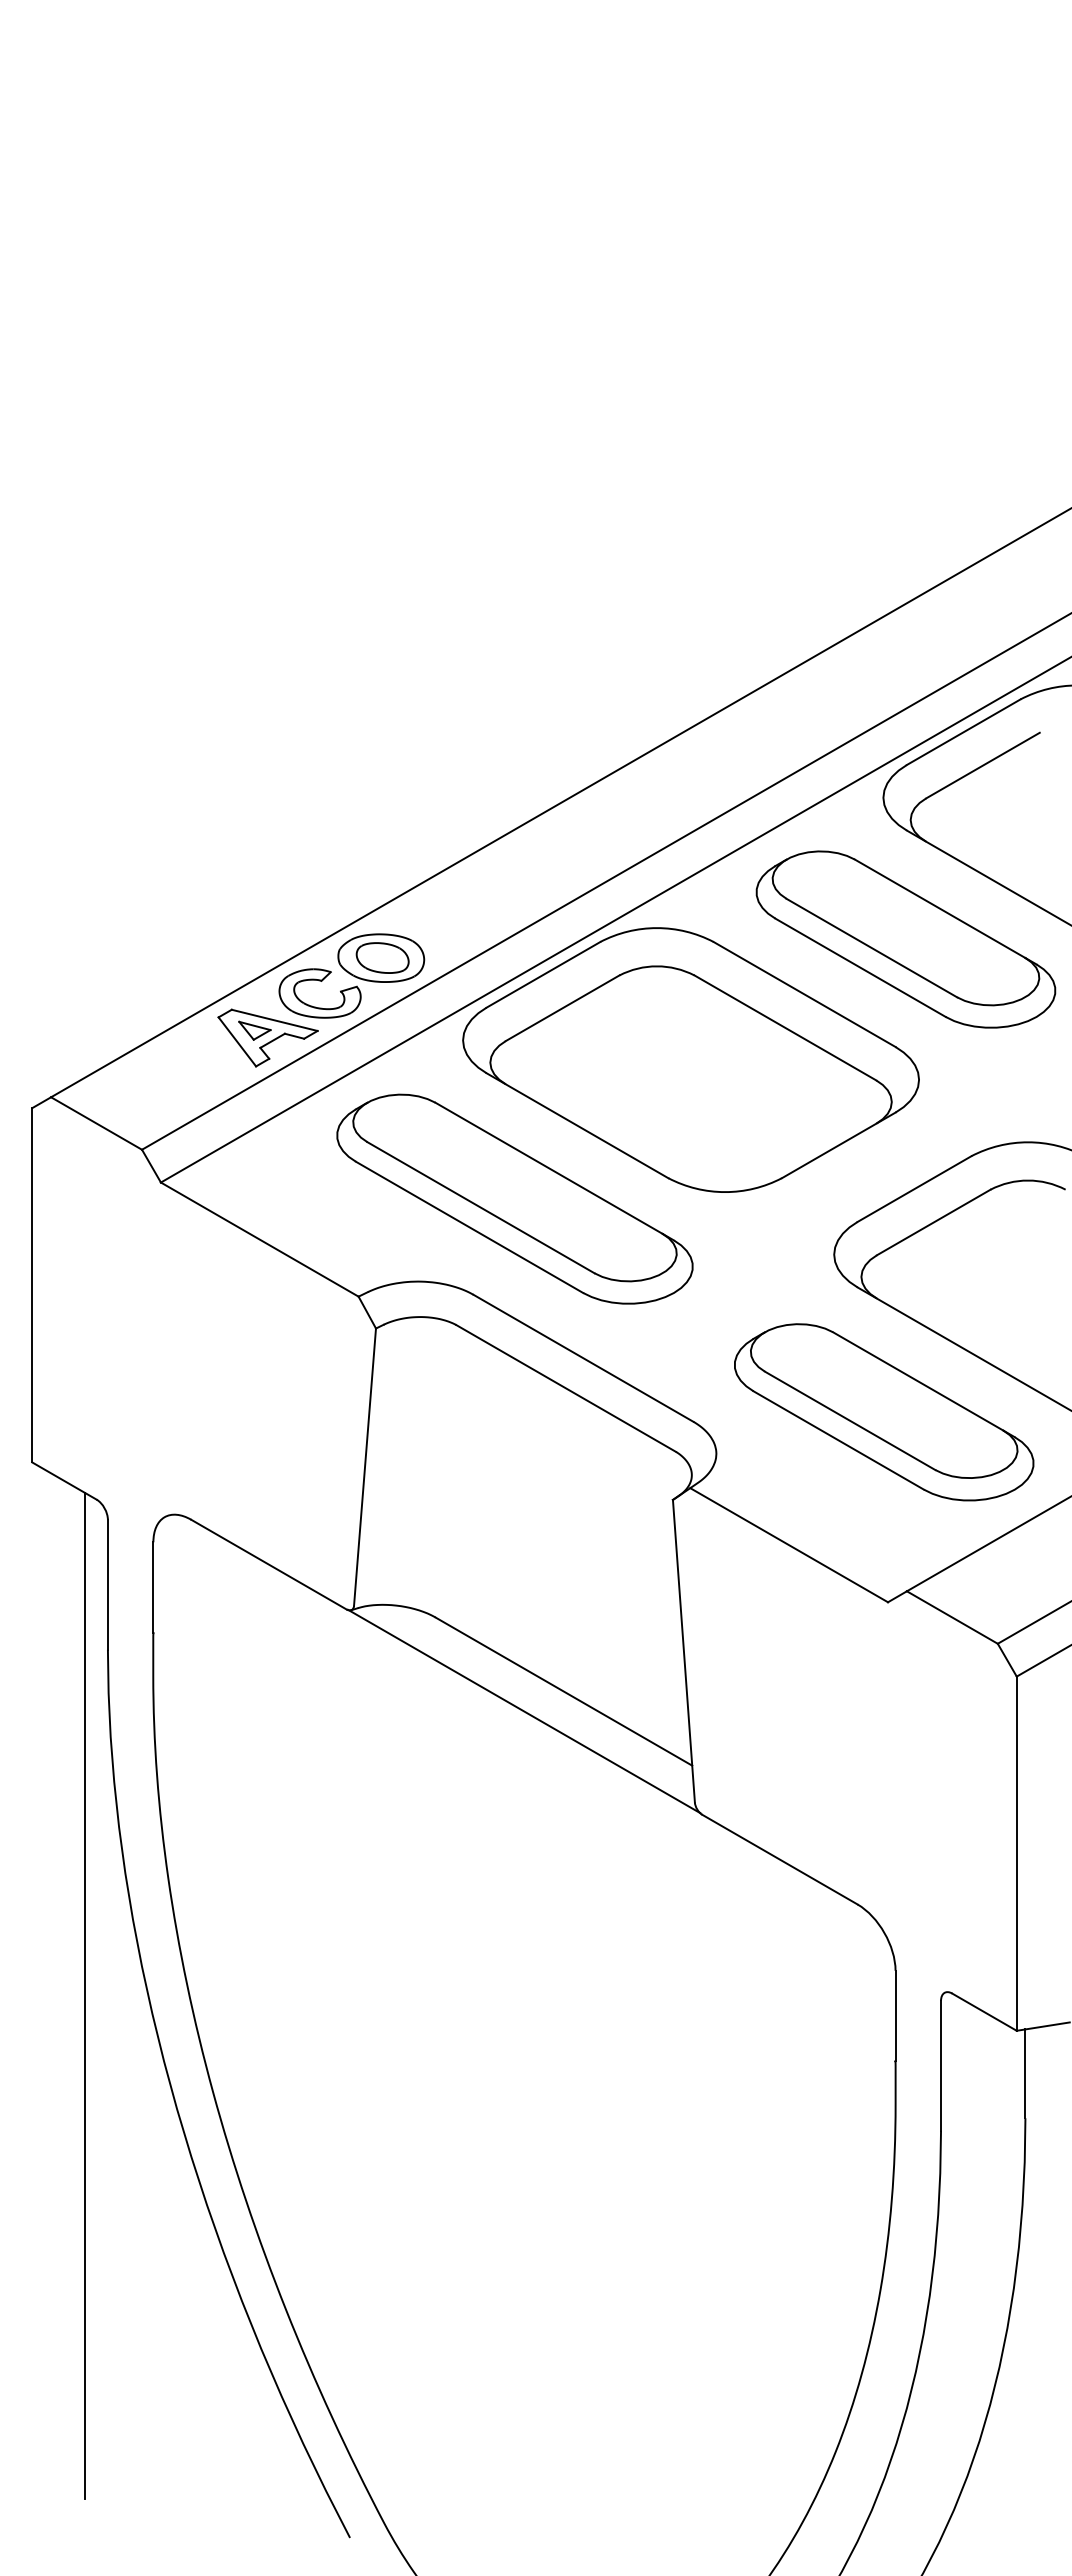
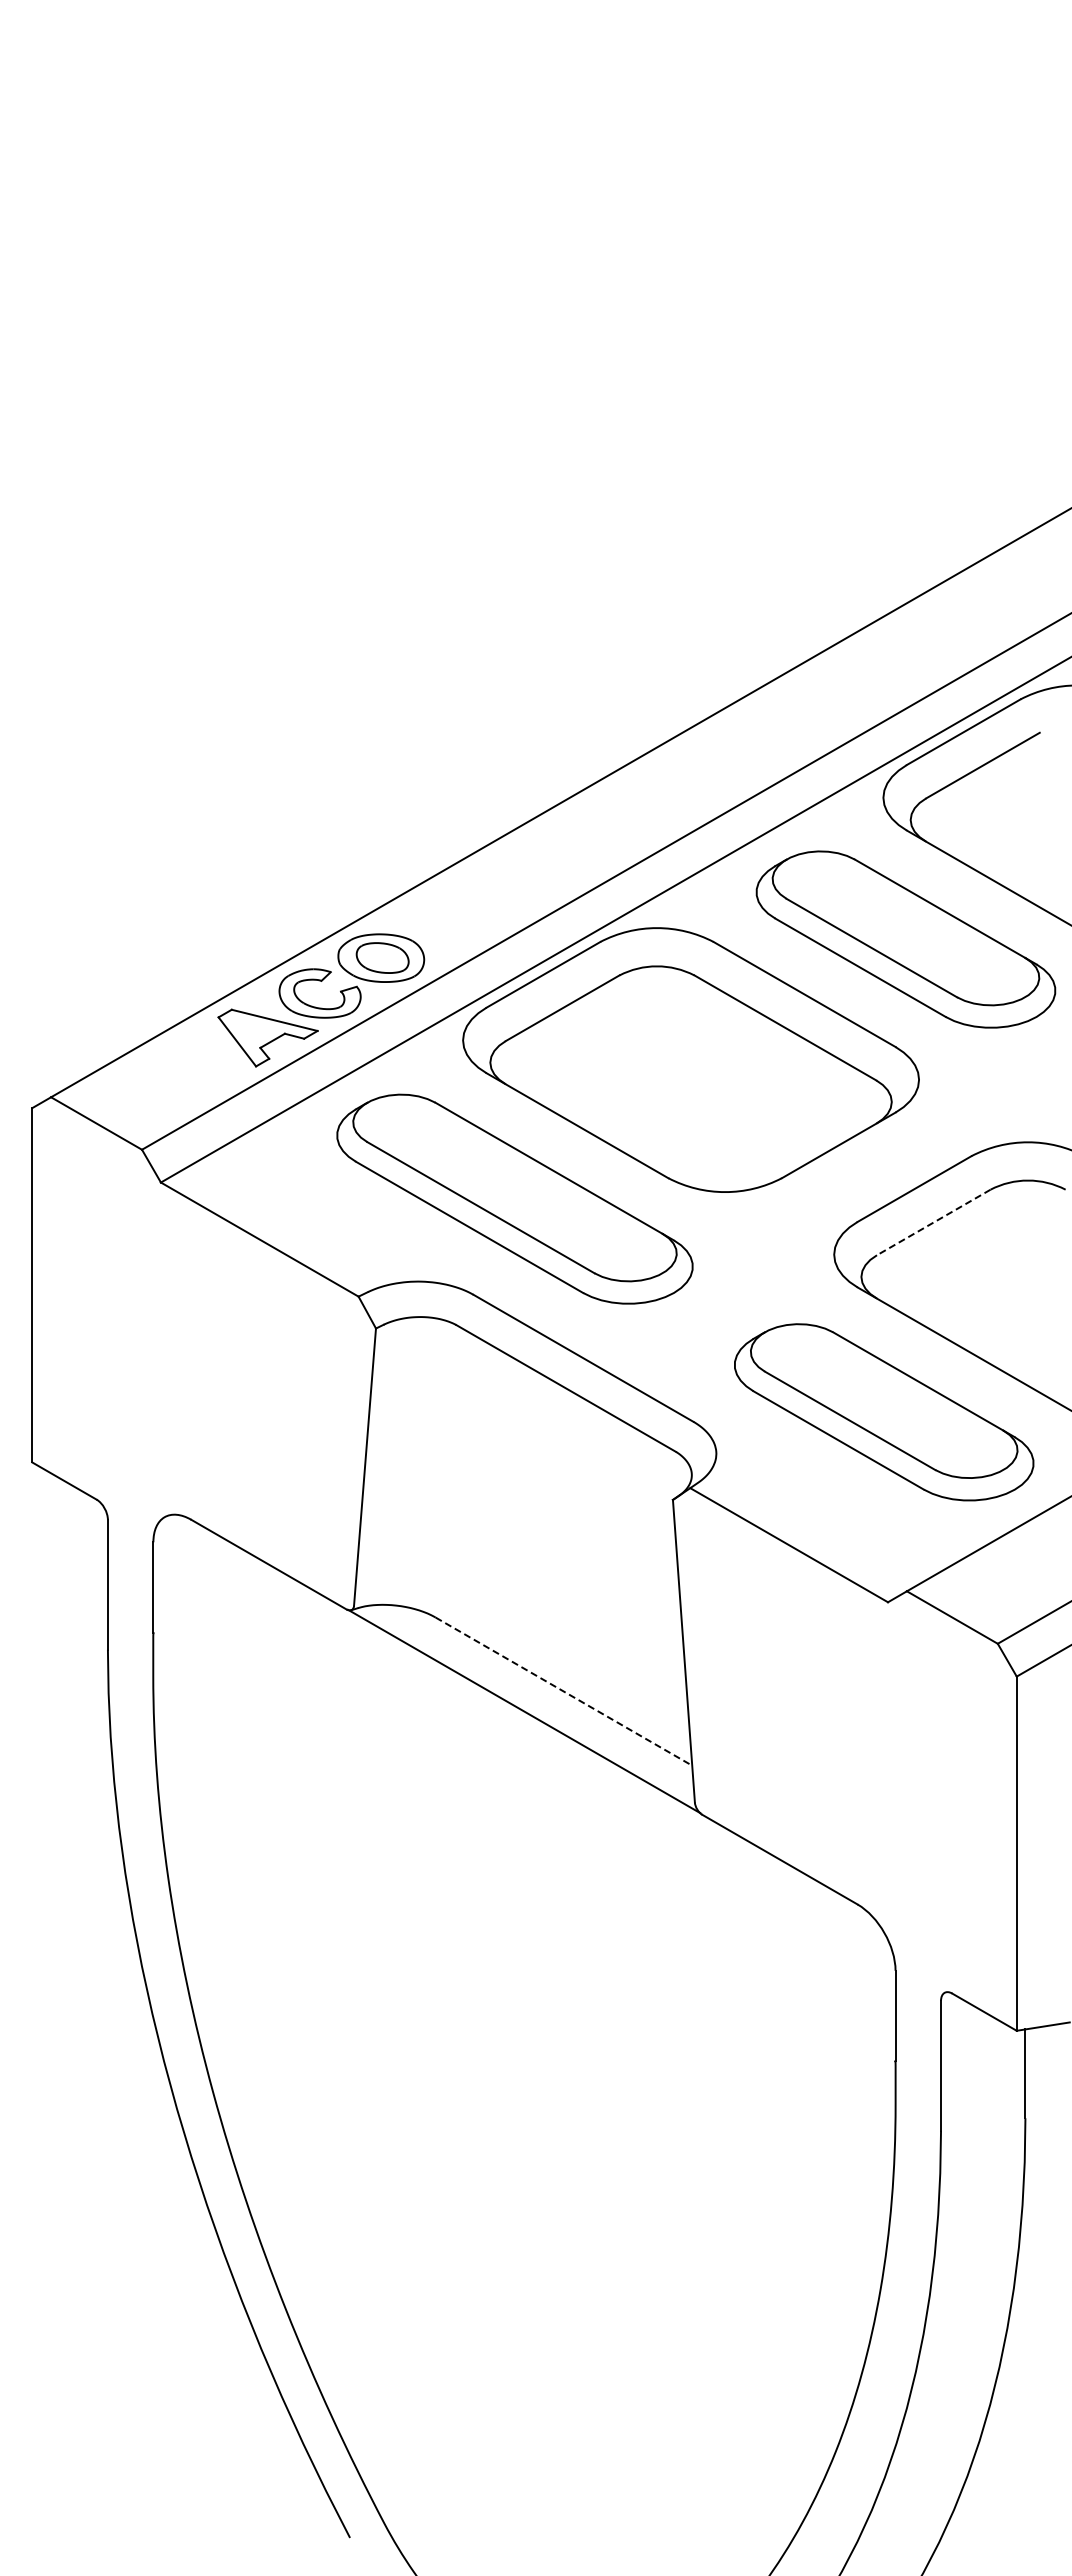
part at (254, 1030): present -> none
line at (933, 1222): solid -> dashed
line at (564, 1691): solid -> dashed
line at (85, 1995): present -> none
